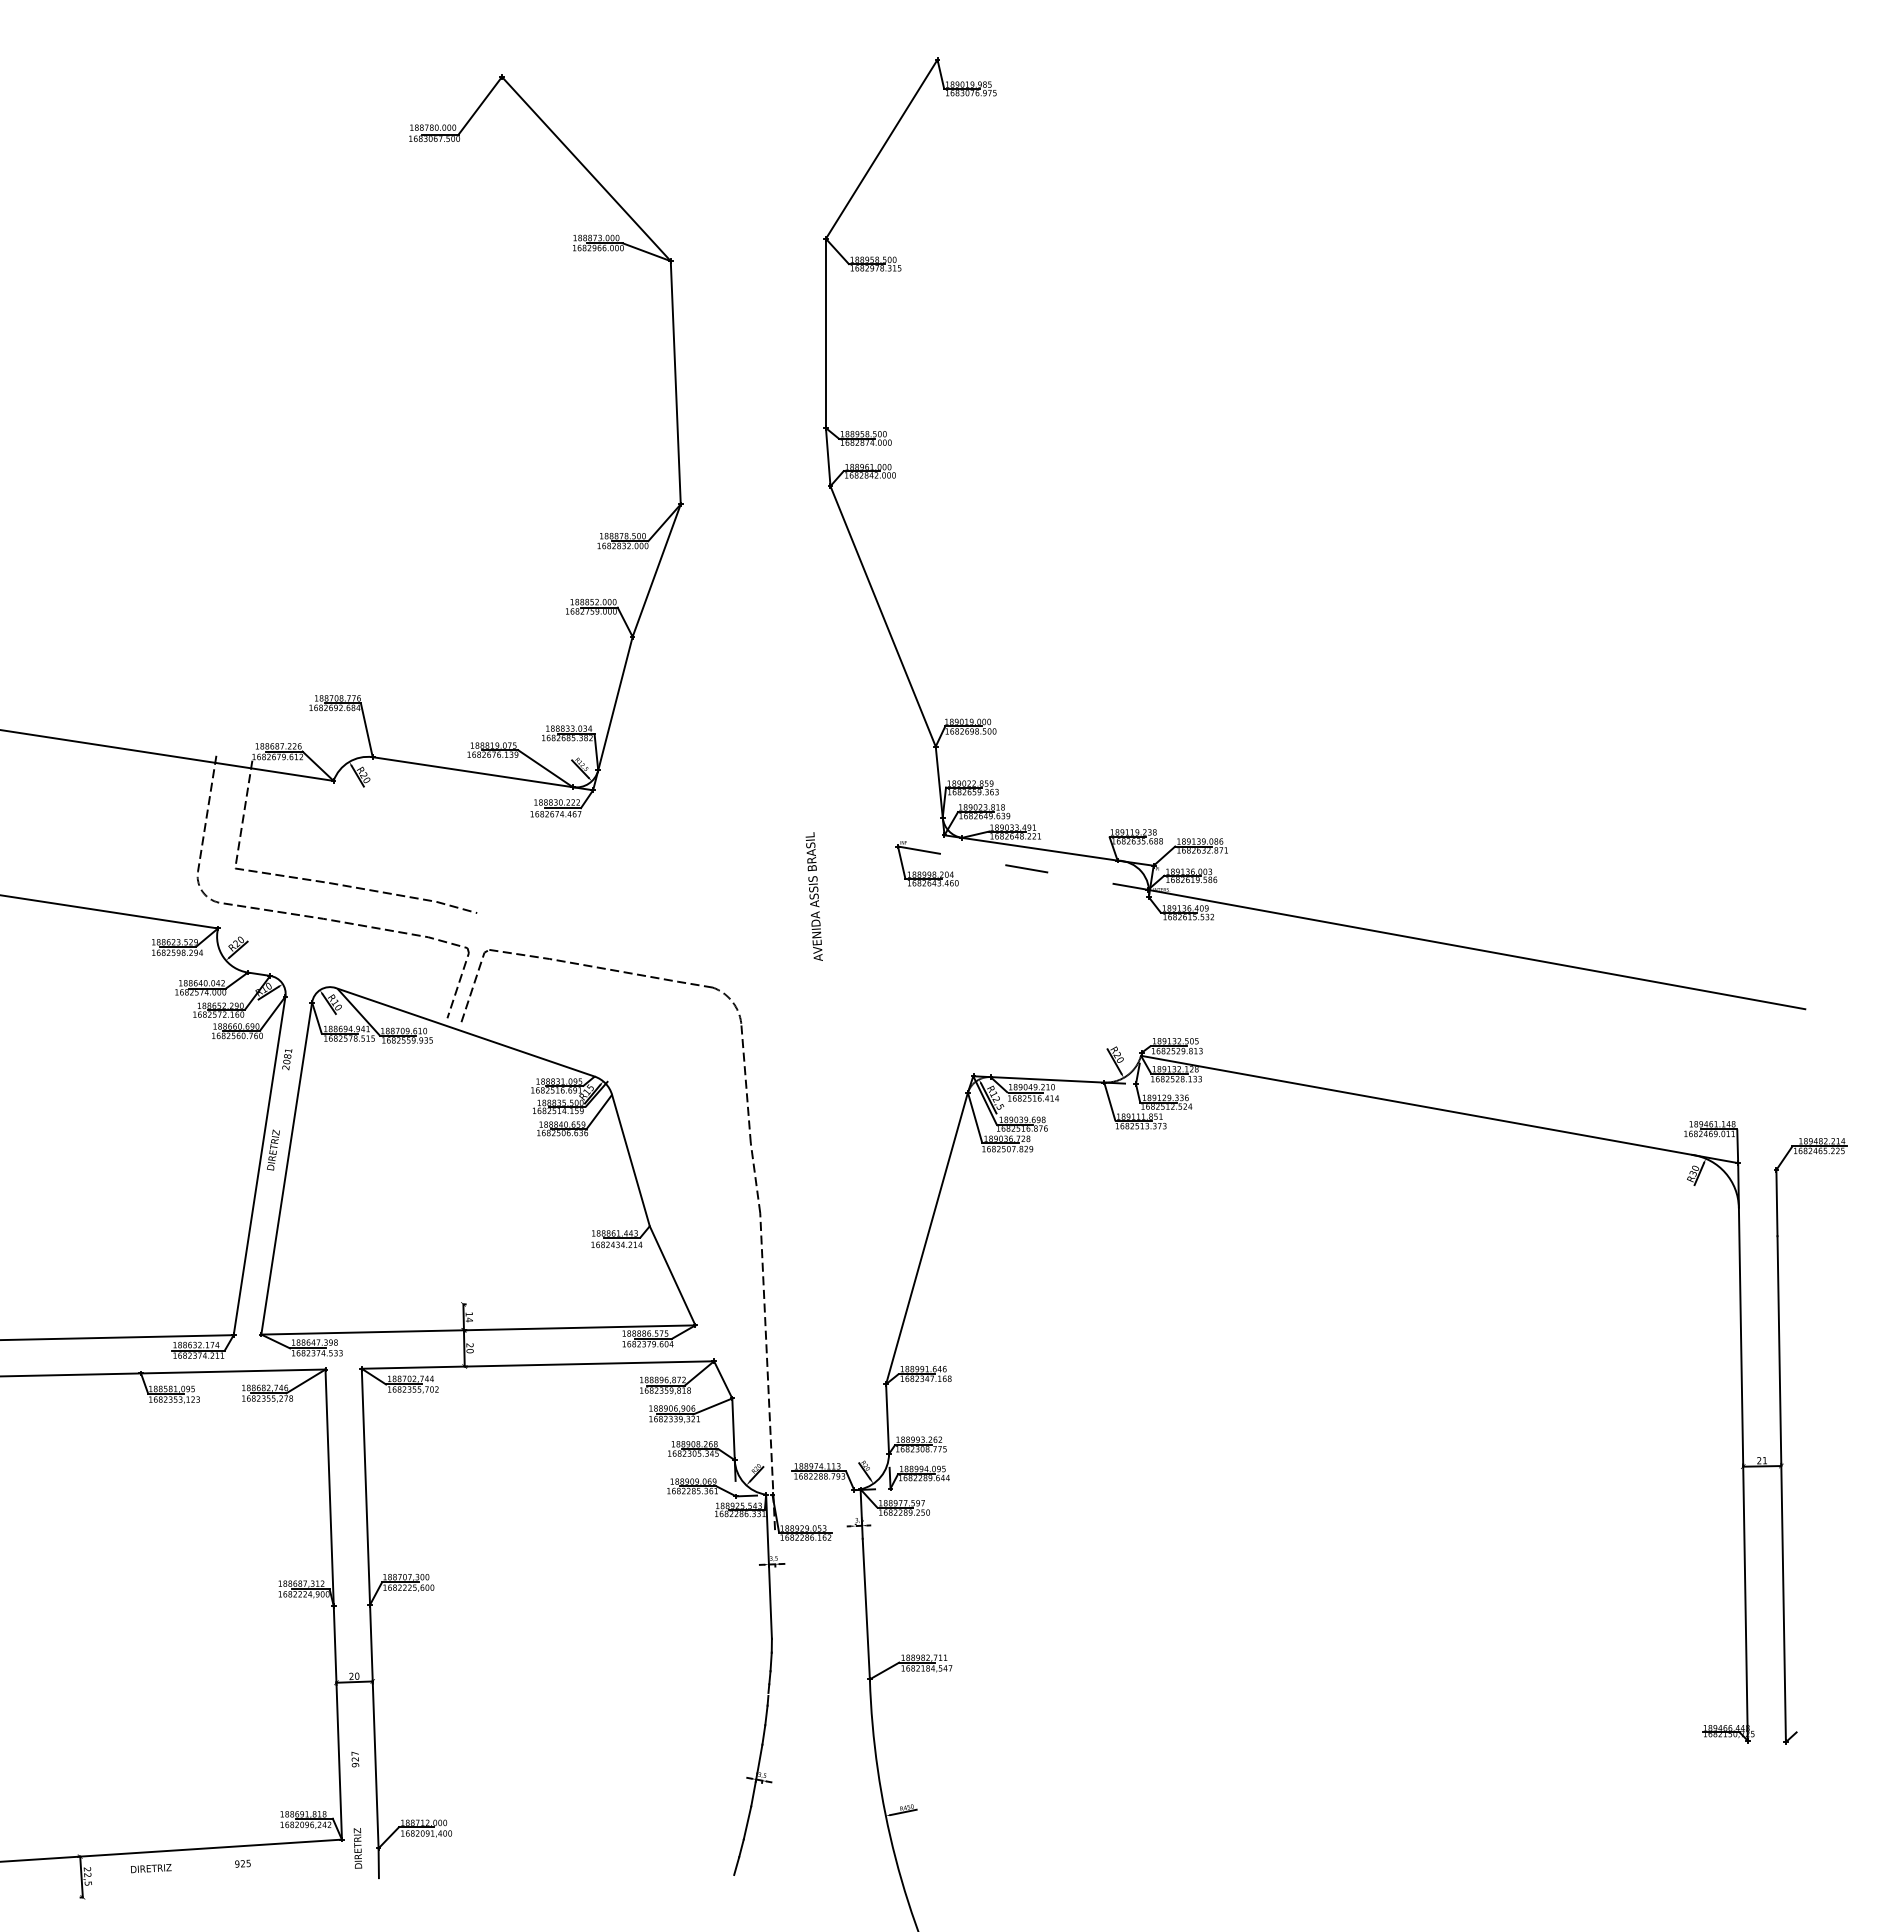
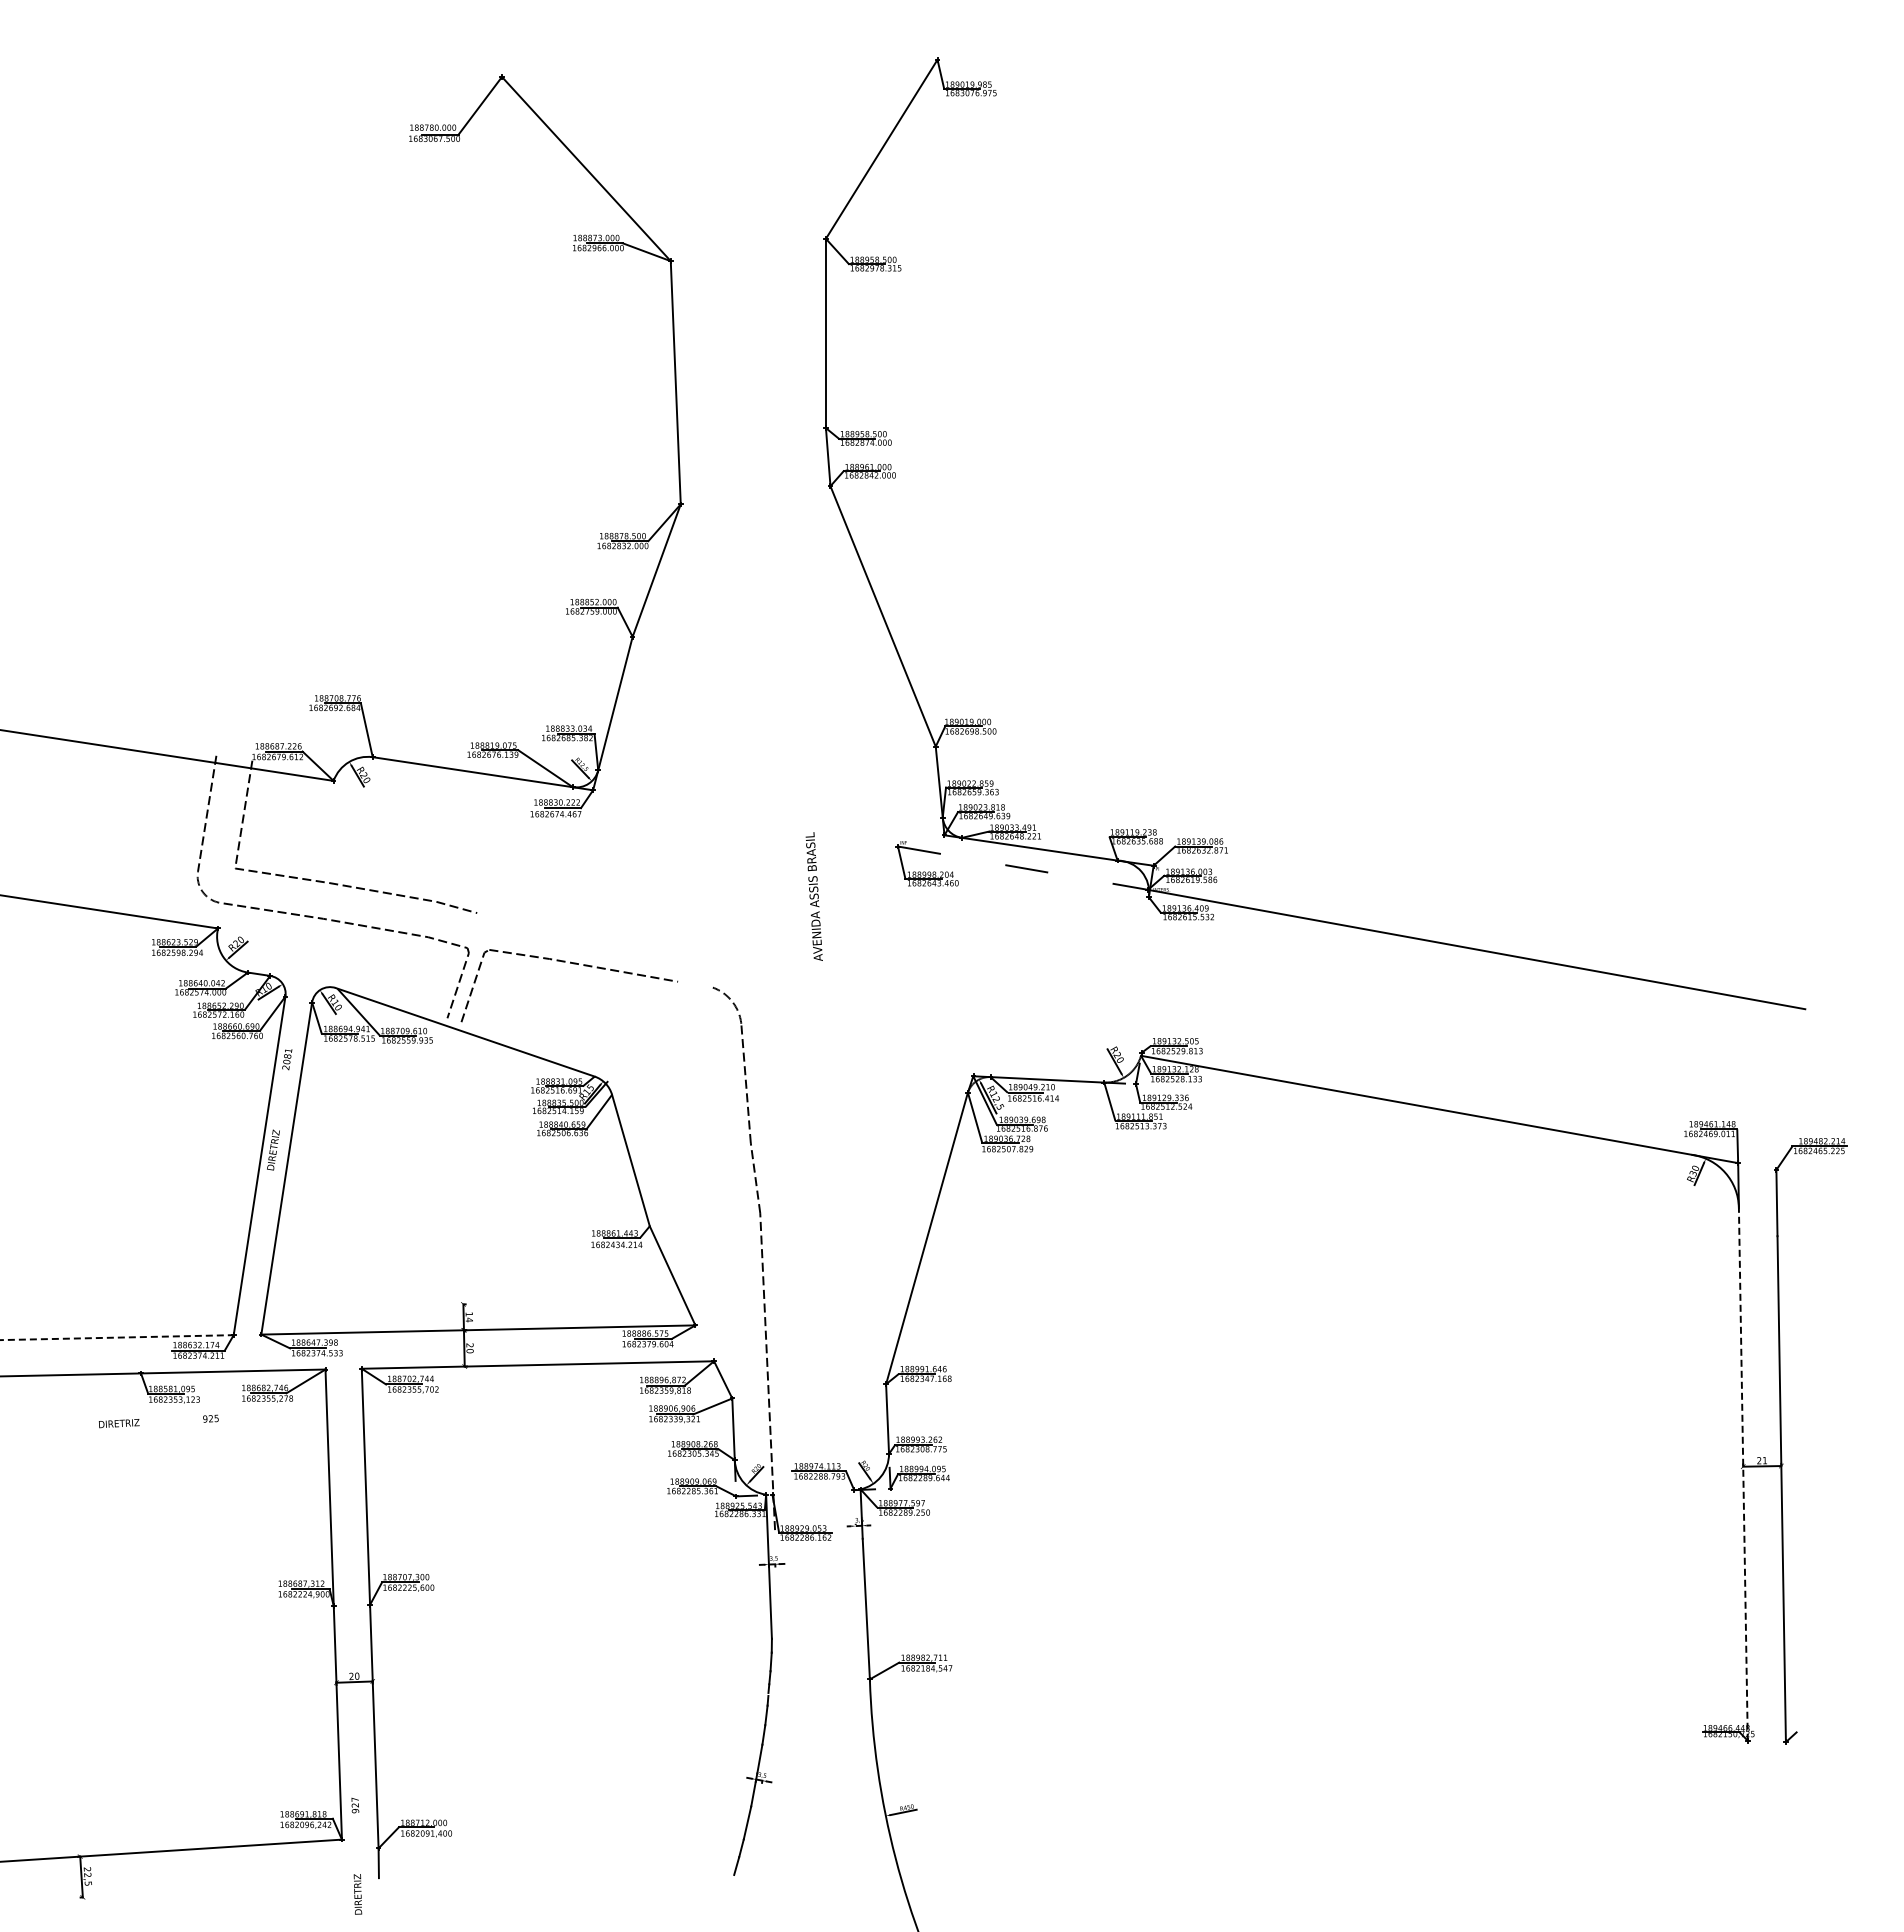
line at (695, 984): present -> none
line at (117, 1337): solid -> dashed
line at (1743, 1473): solid -> dashed
text at (356, 1809) position: (356, 1809) -> (356, 1855)
text at (190, 1866) position: (190, 1866) -> (158, 1421)
